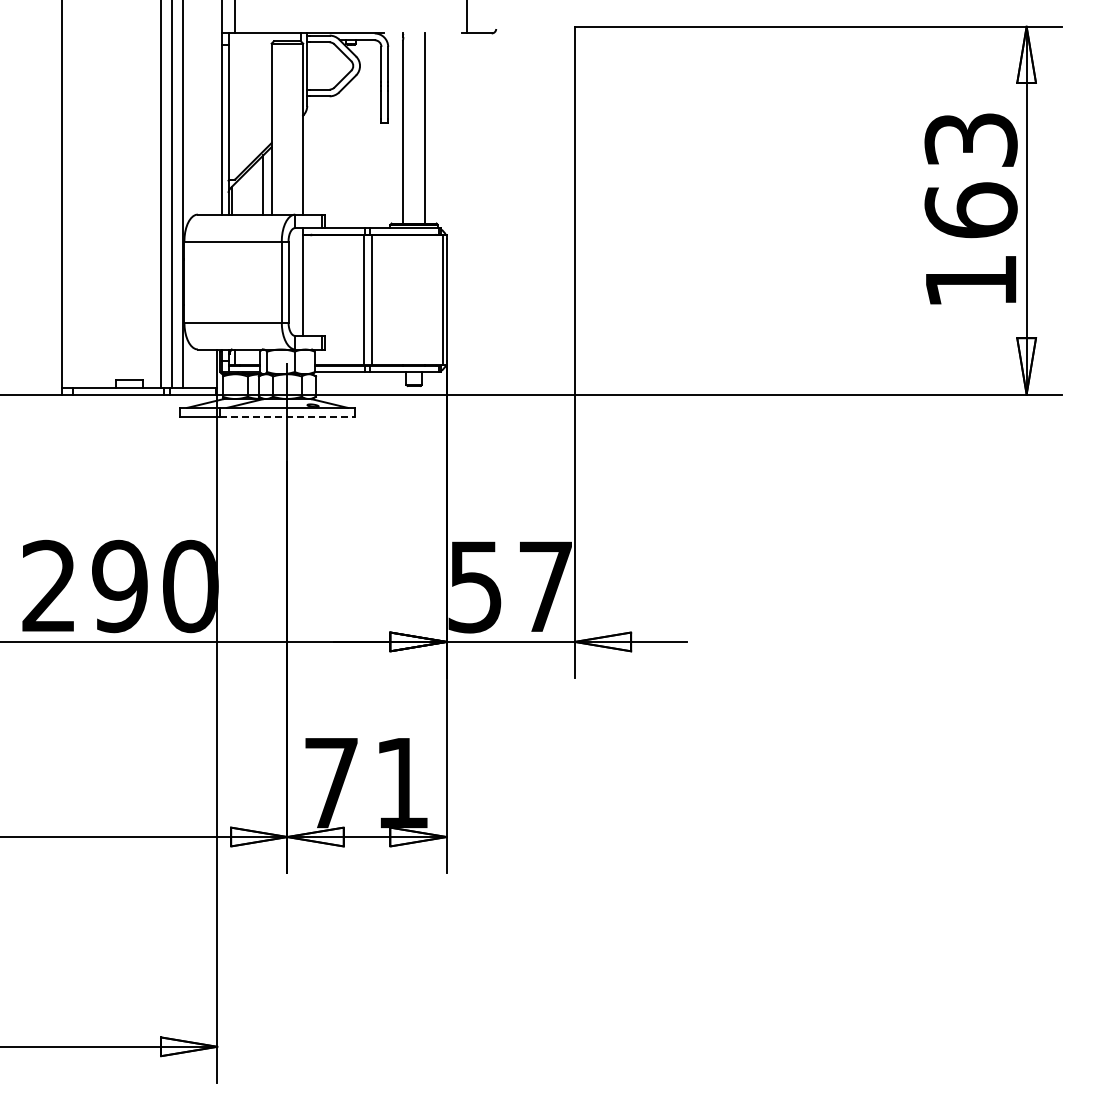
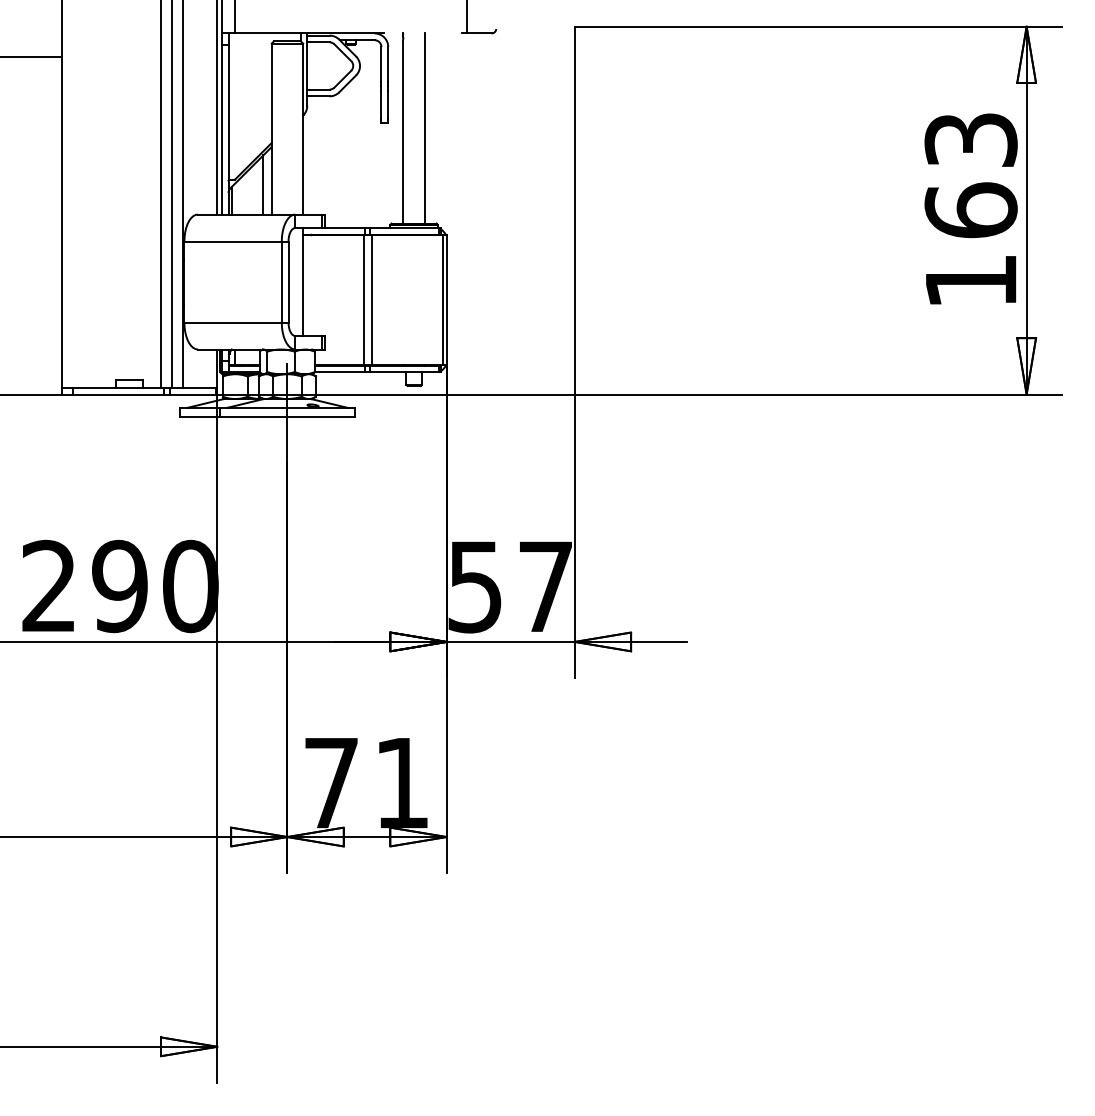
line at (32, 57): none -> present
line at (217, 108): none -> present
line at (287, 417): dashed -> solid
